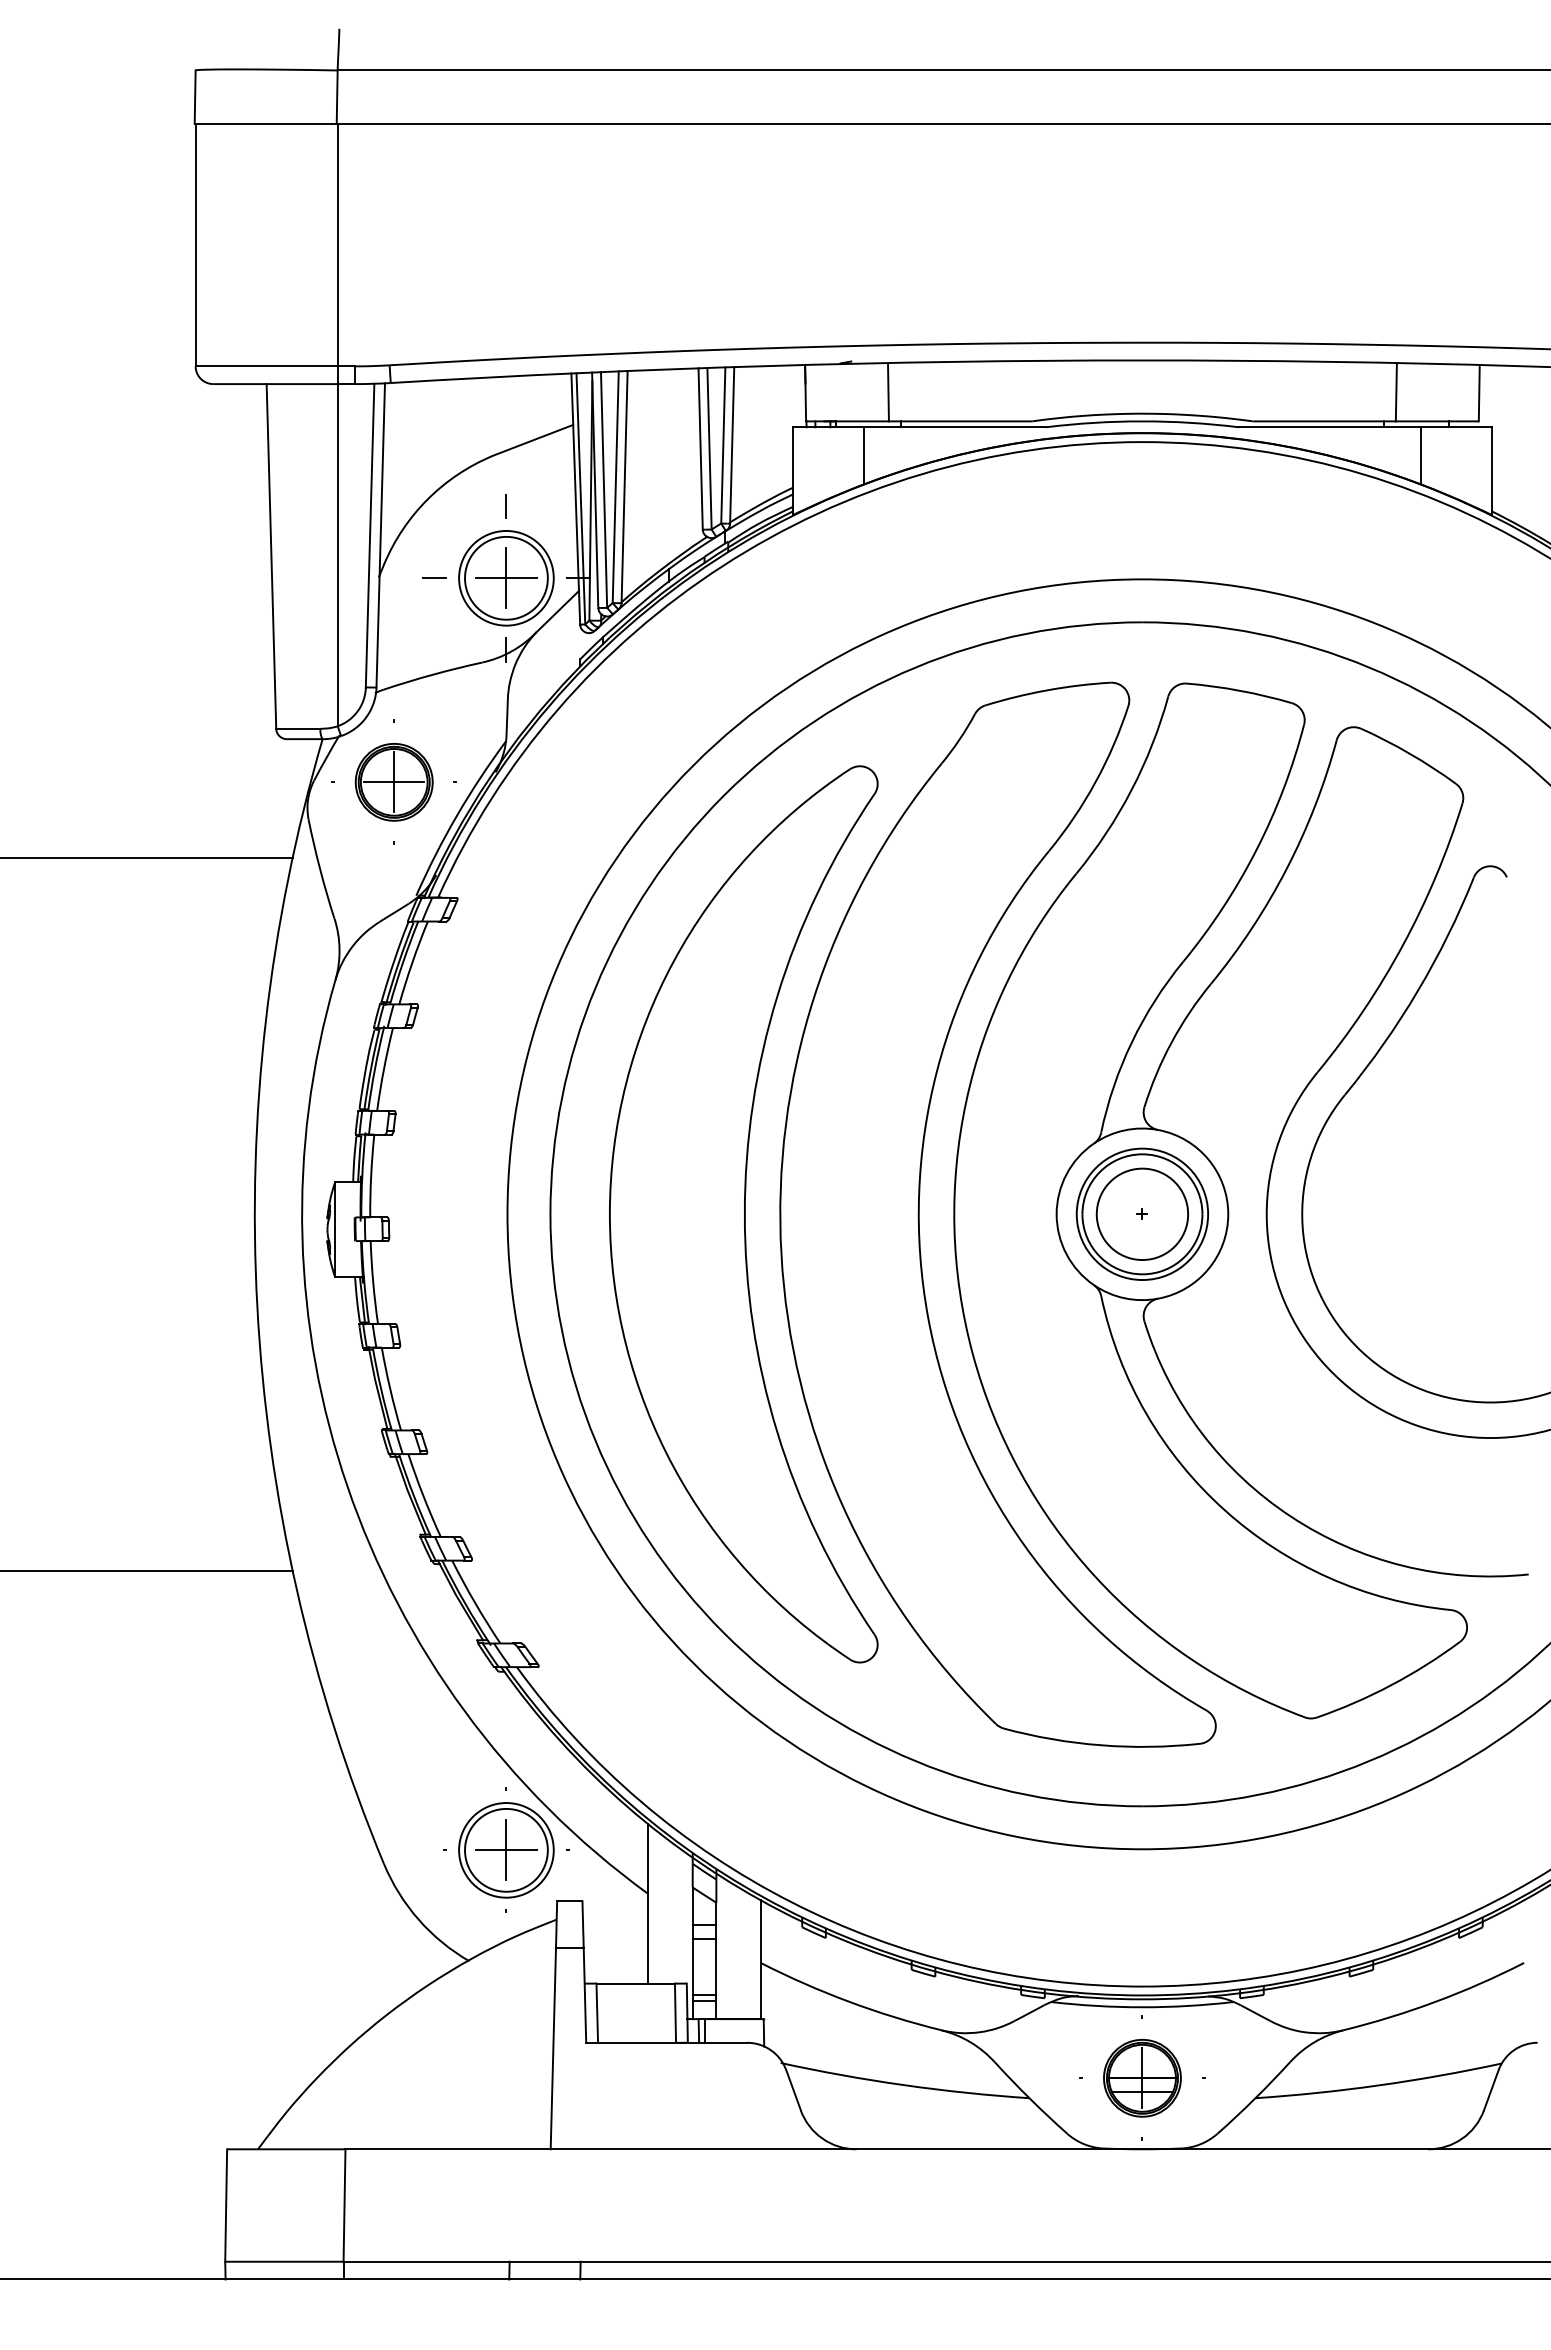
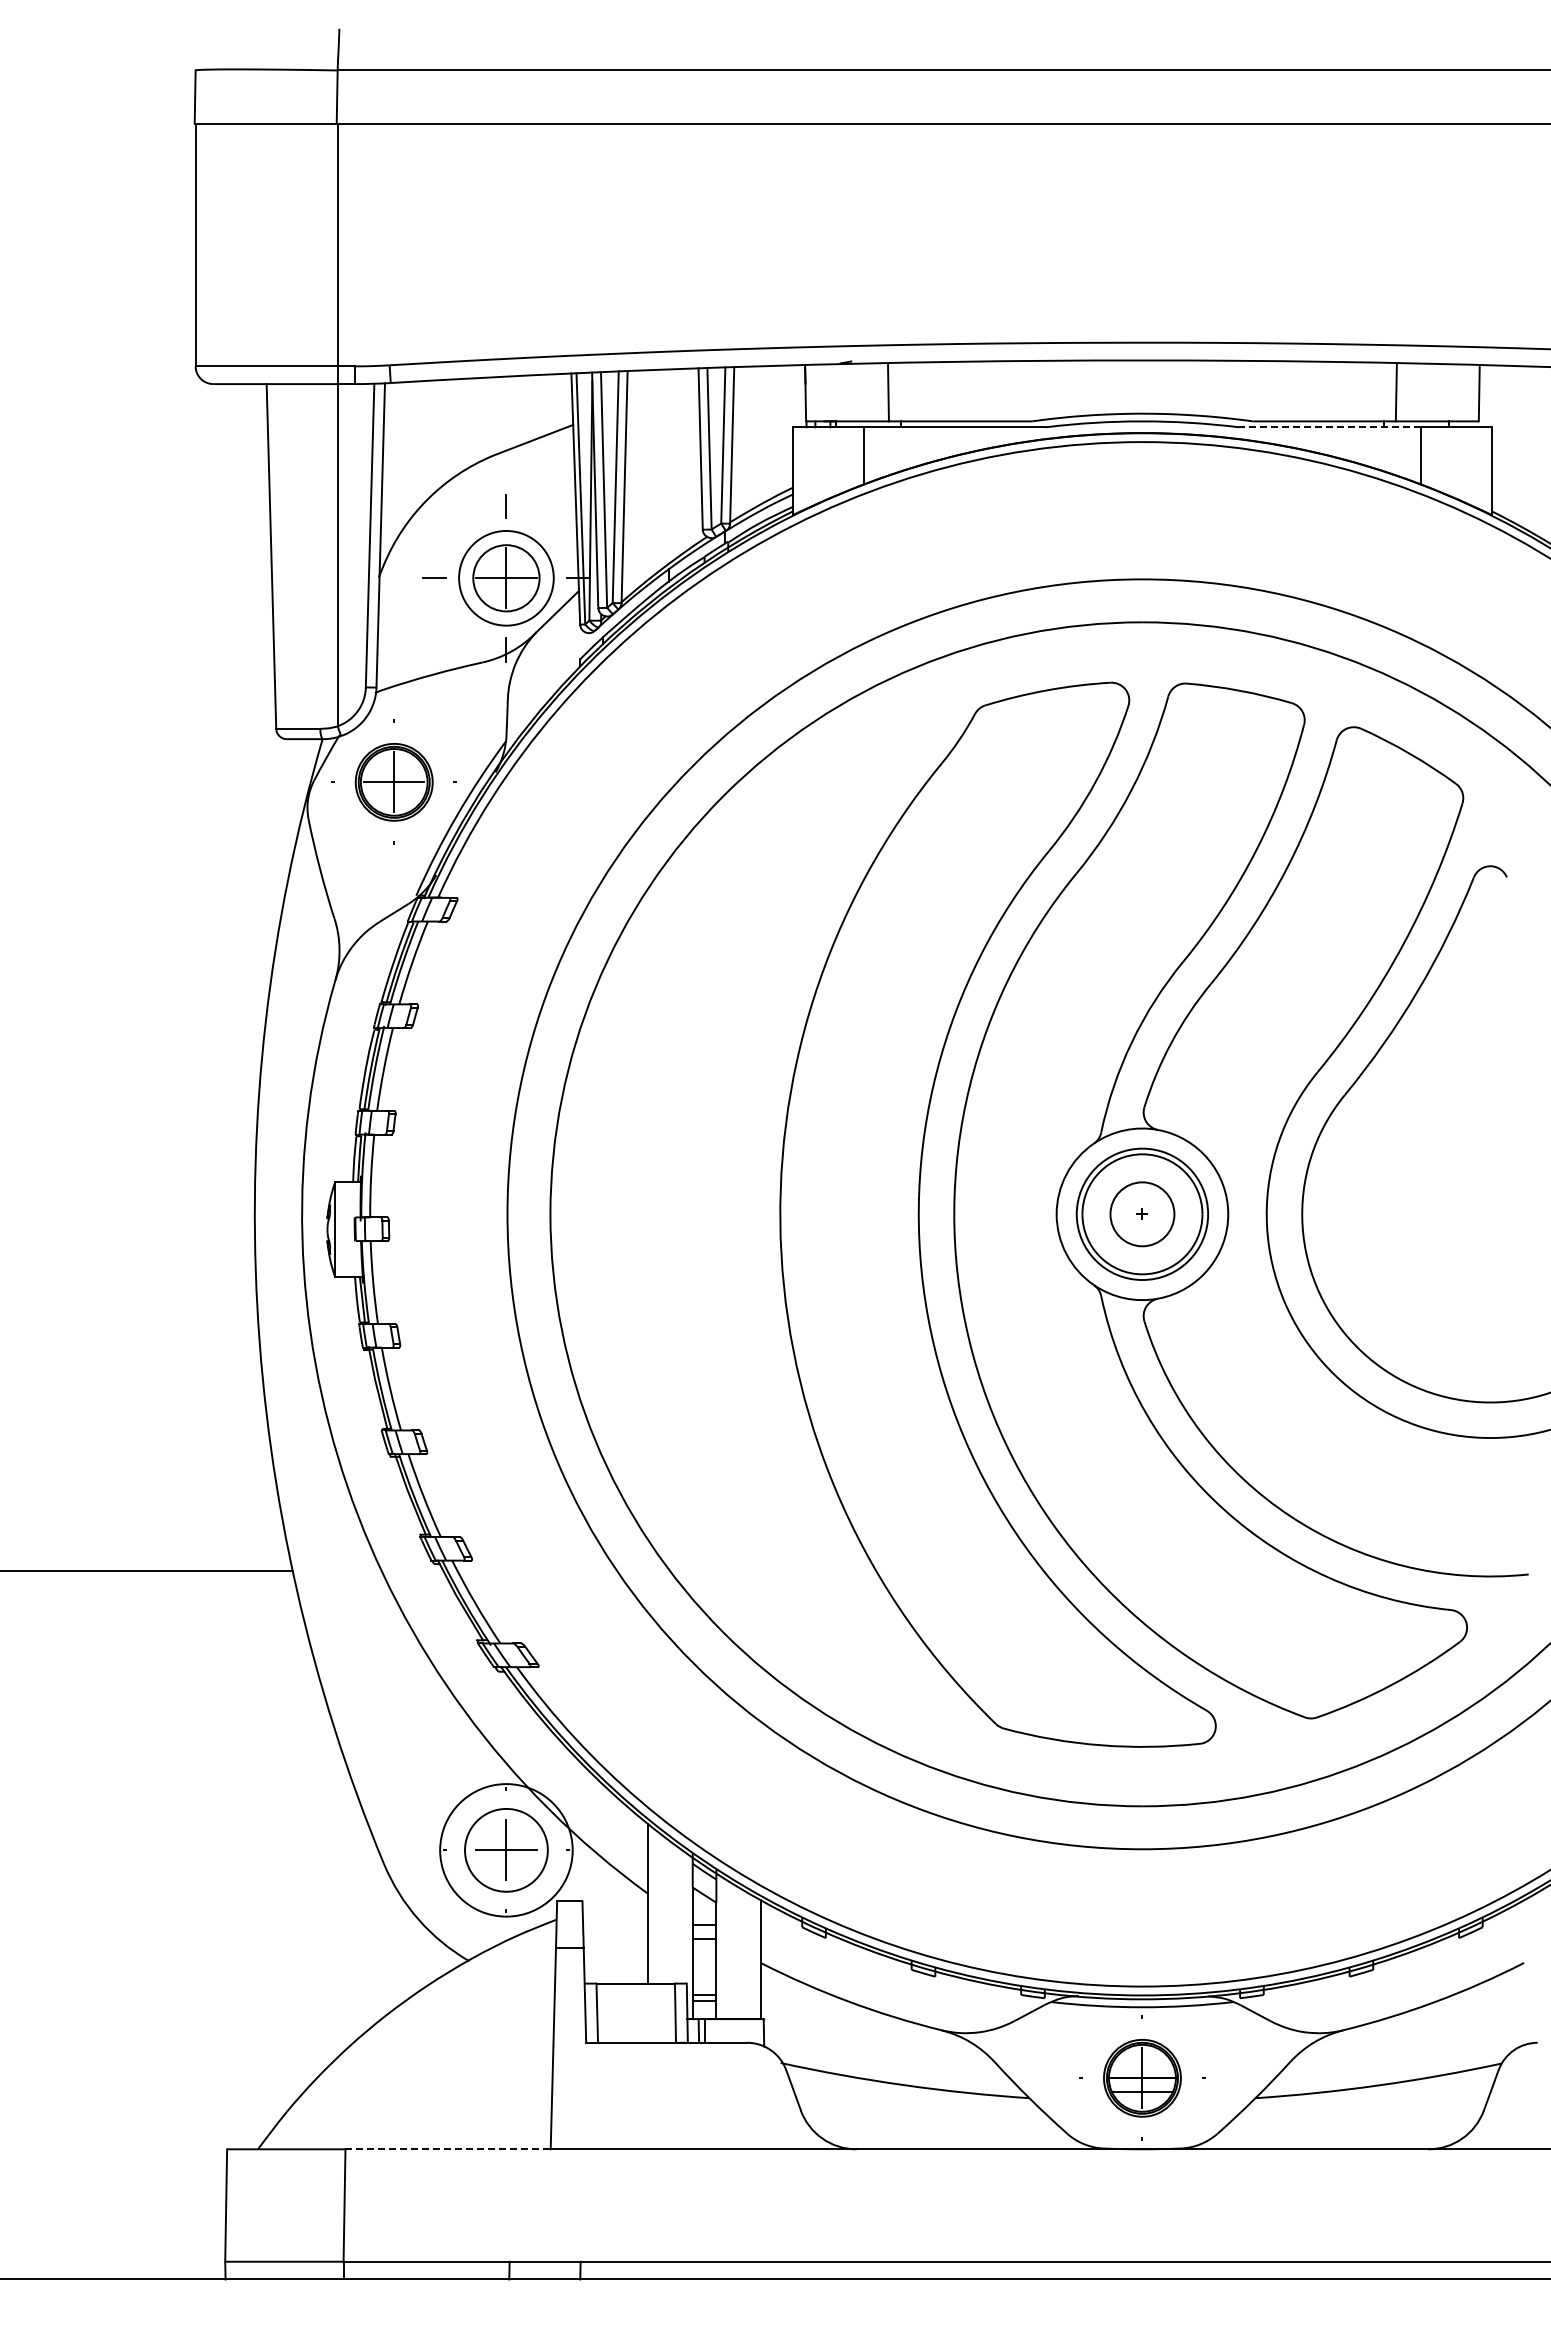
line at (1329, 427): solid -> dashed
circle at (506, 577) diameter: 83 px -> 66 px
line at (147, 857): present -> none
part at (743, 1214): present -> none
circle at (1142, 1214) diameter: 91 px -> 64 px
circle at (506, 1850) diameter: 95 px -> 133 px
line at (448, 2149): solid -> dashed
